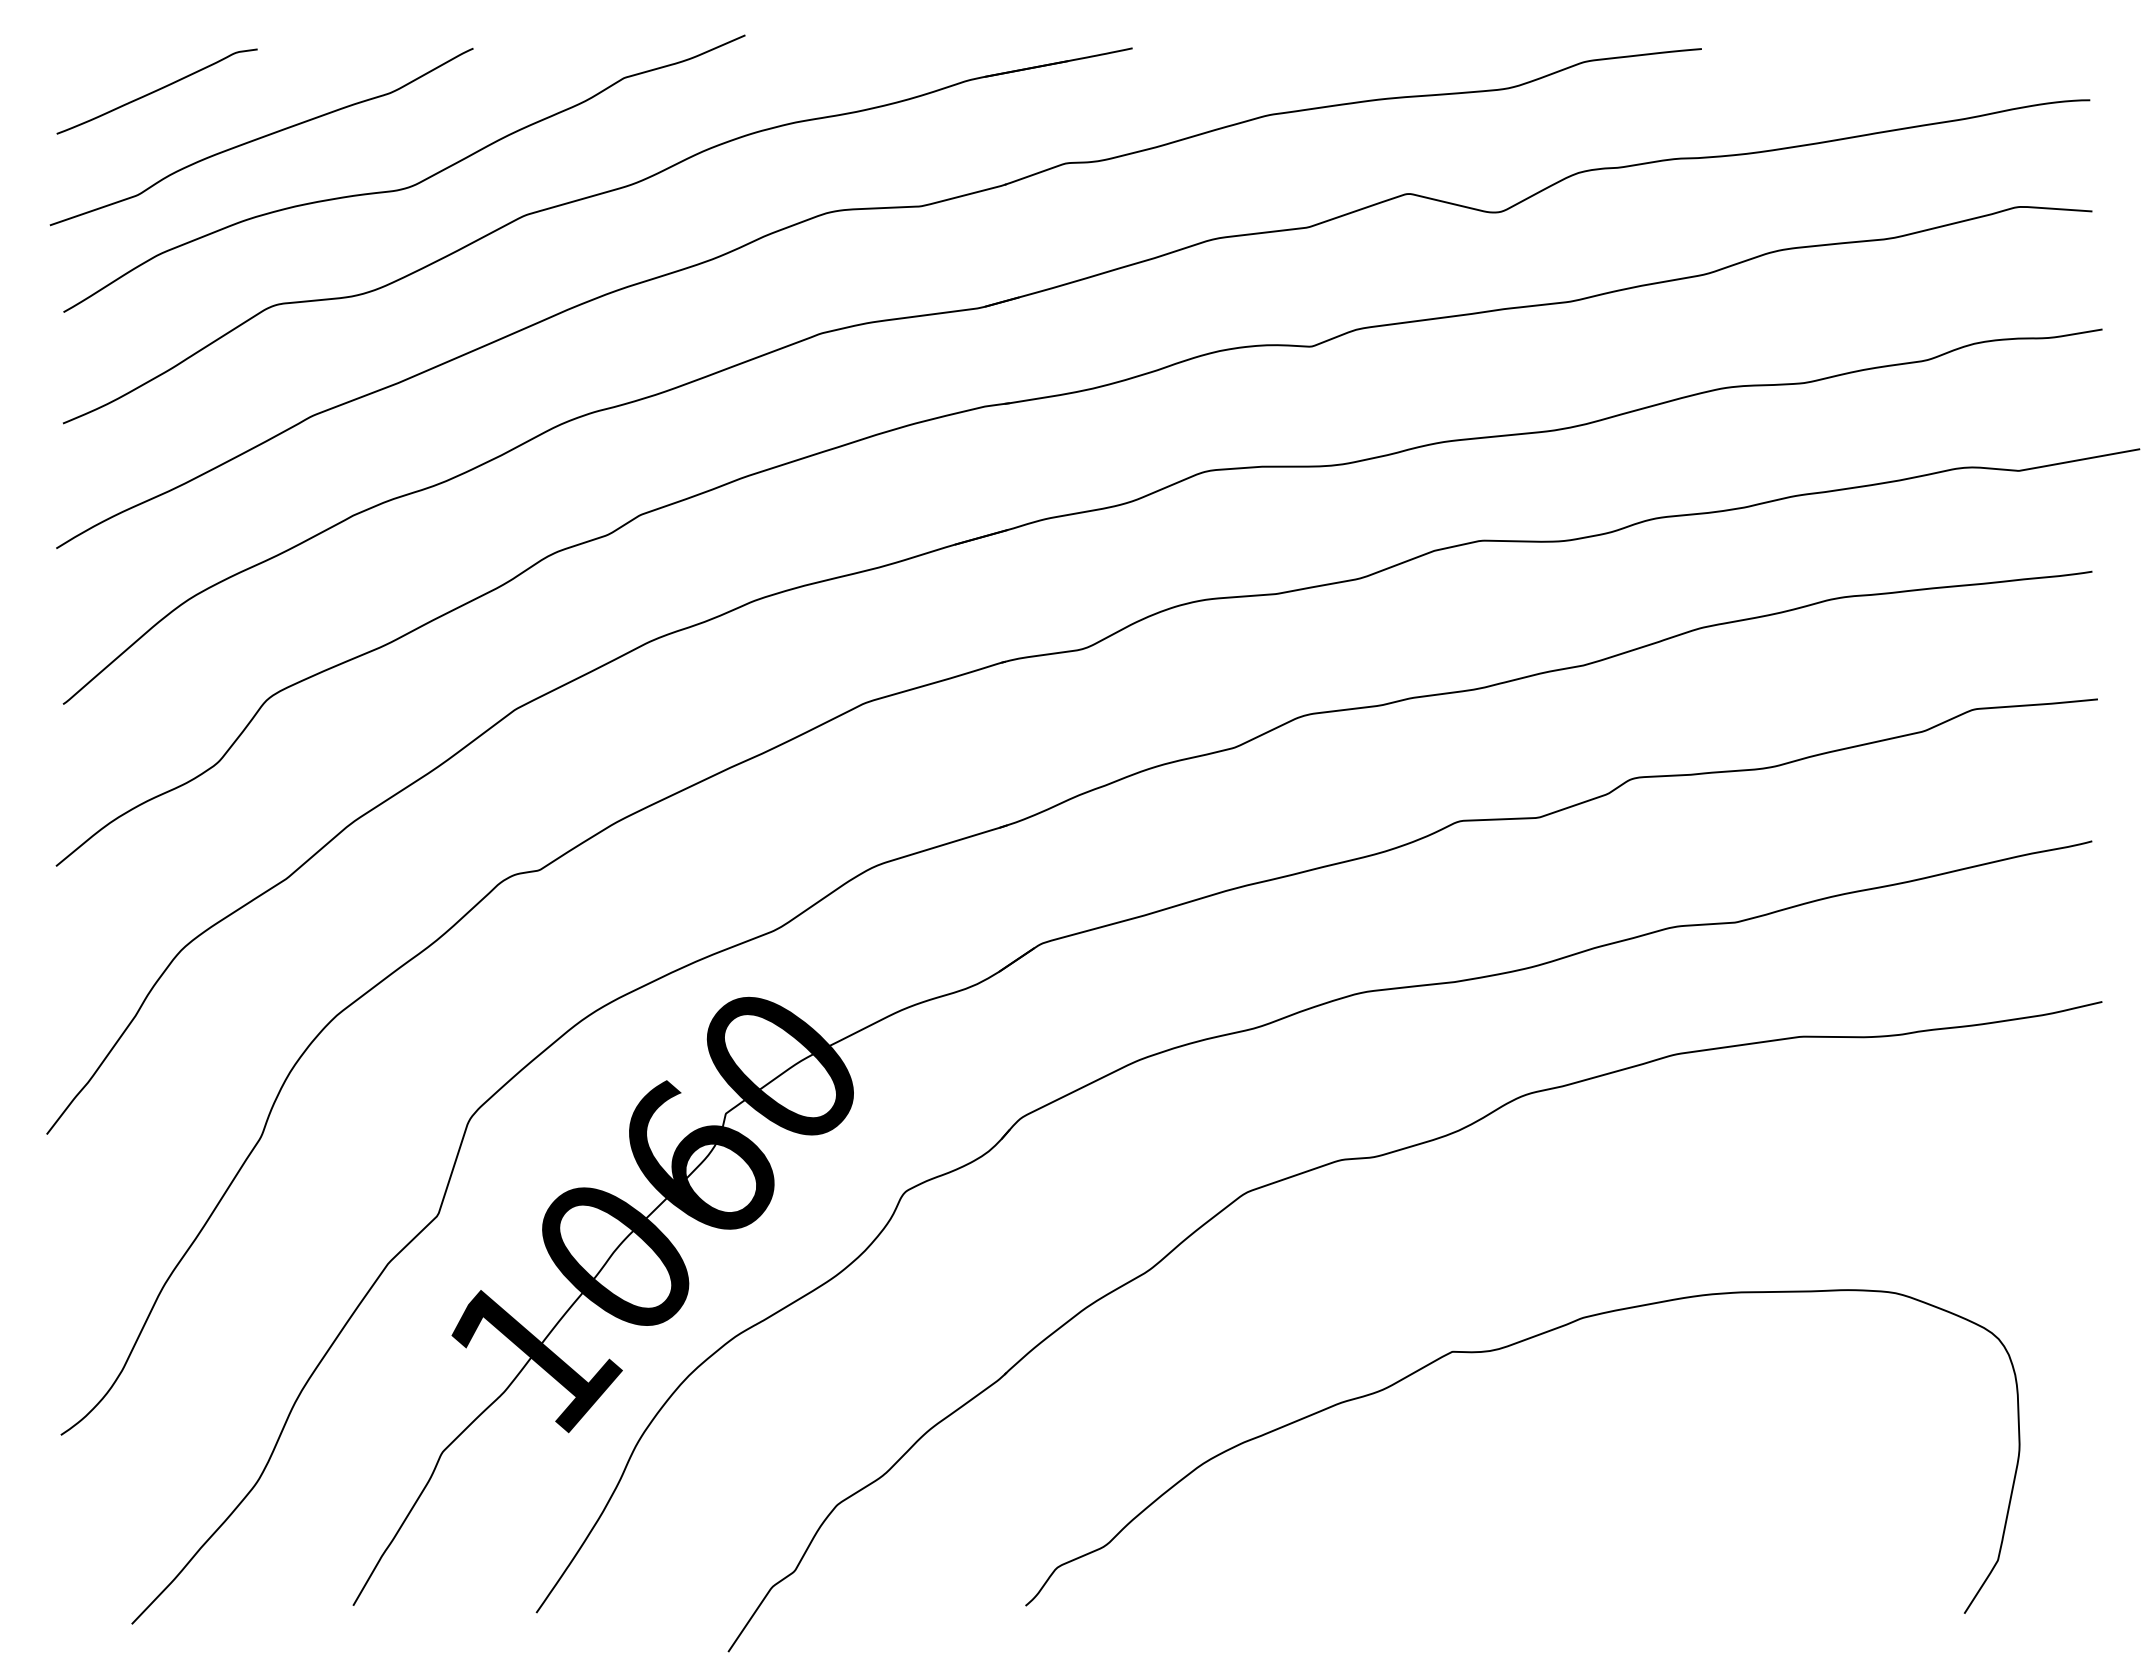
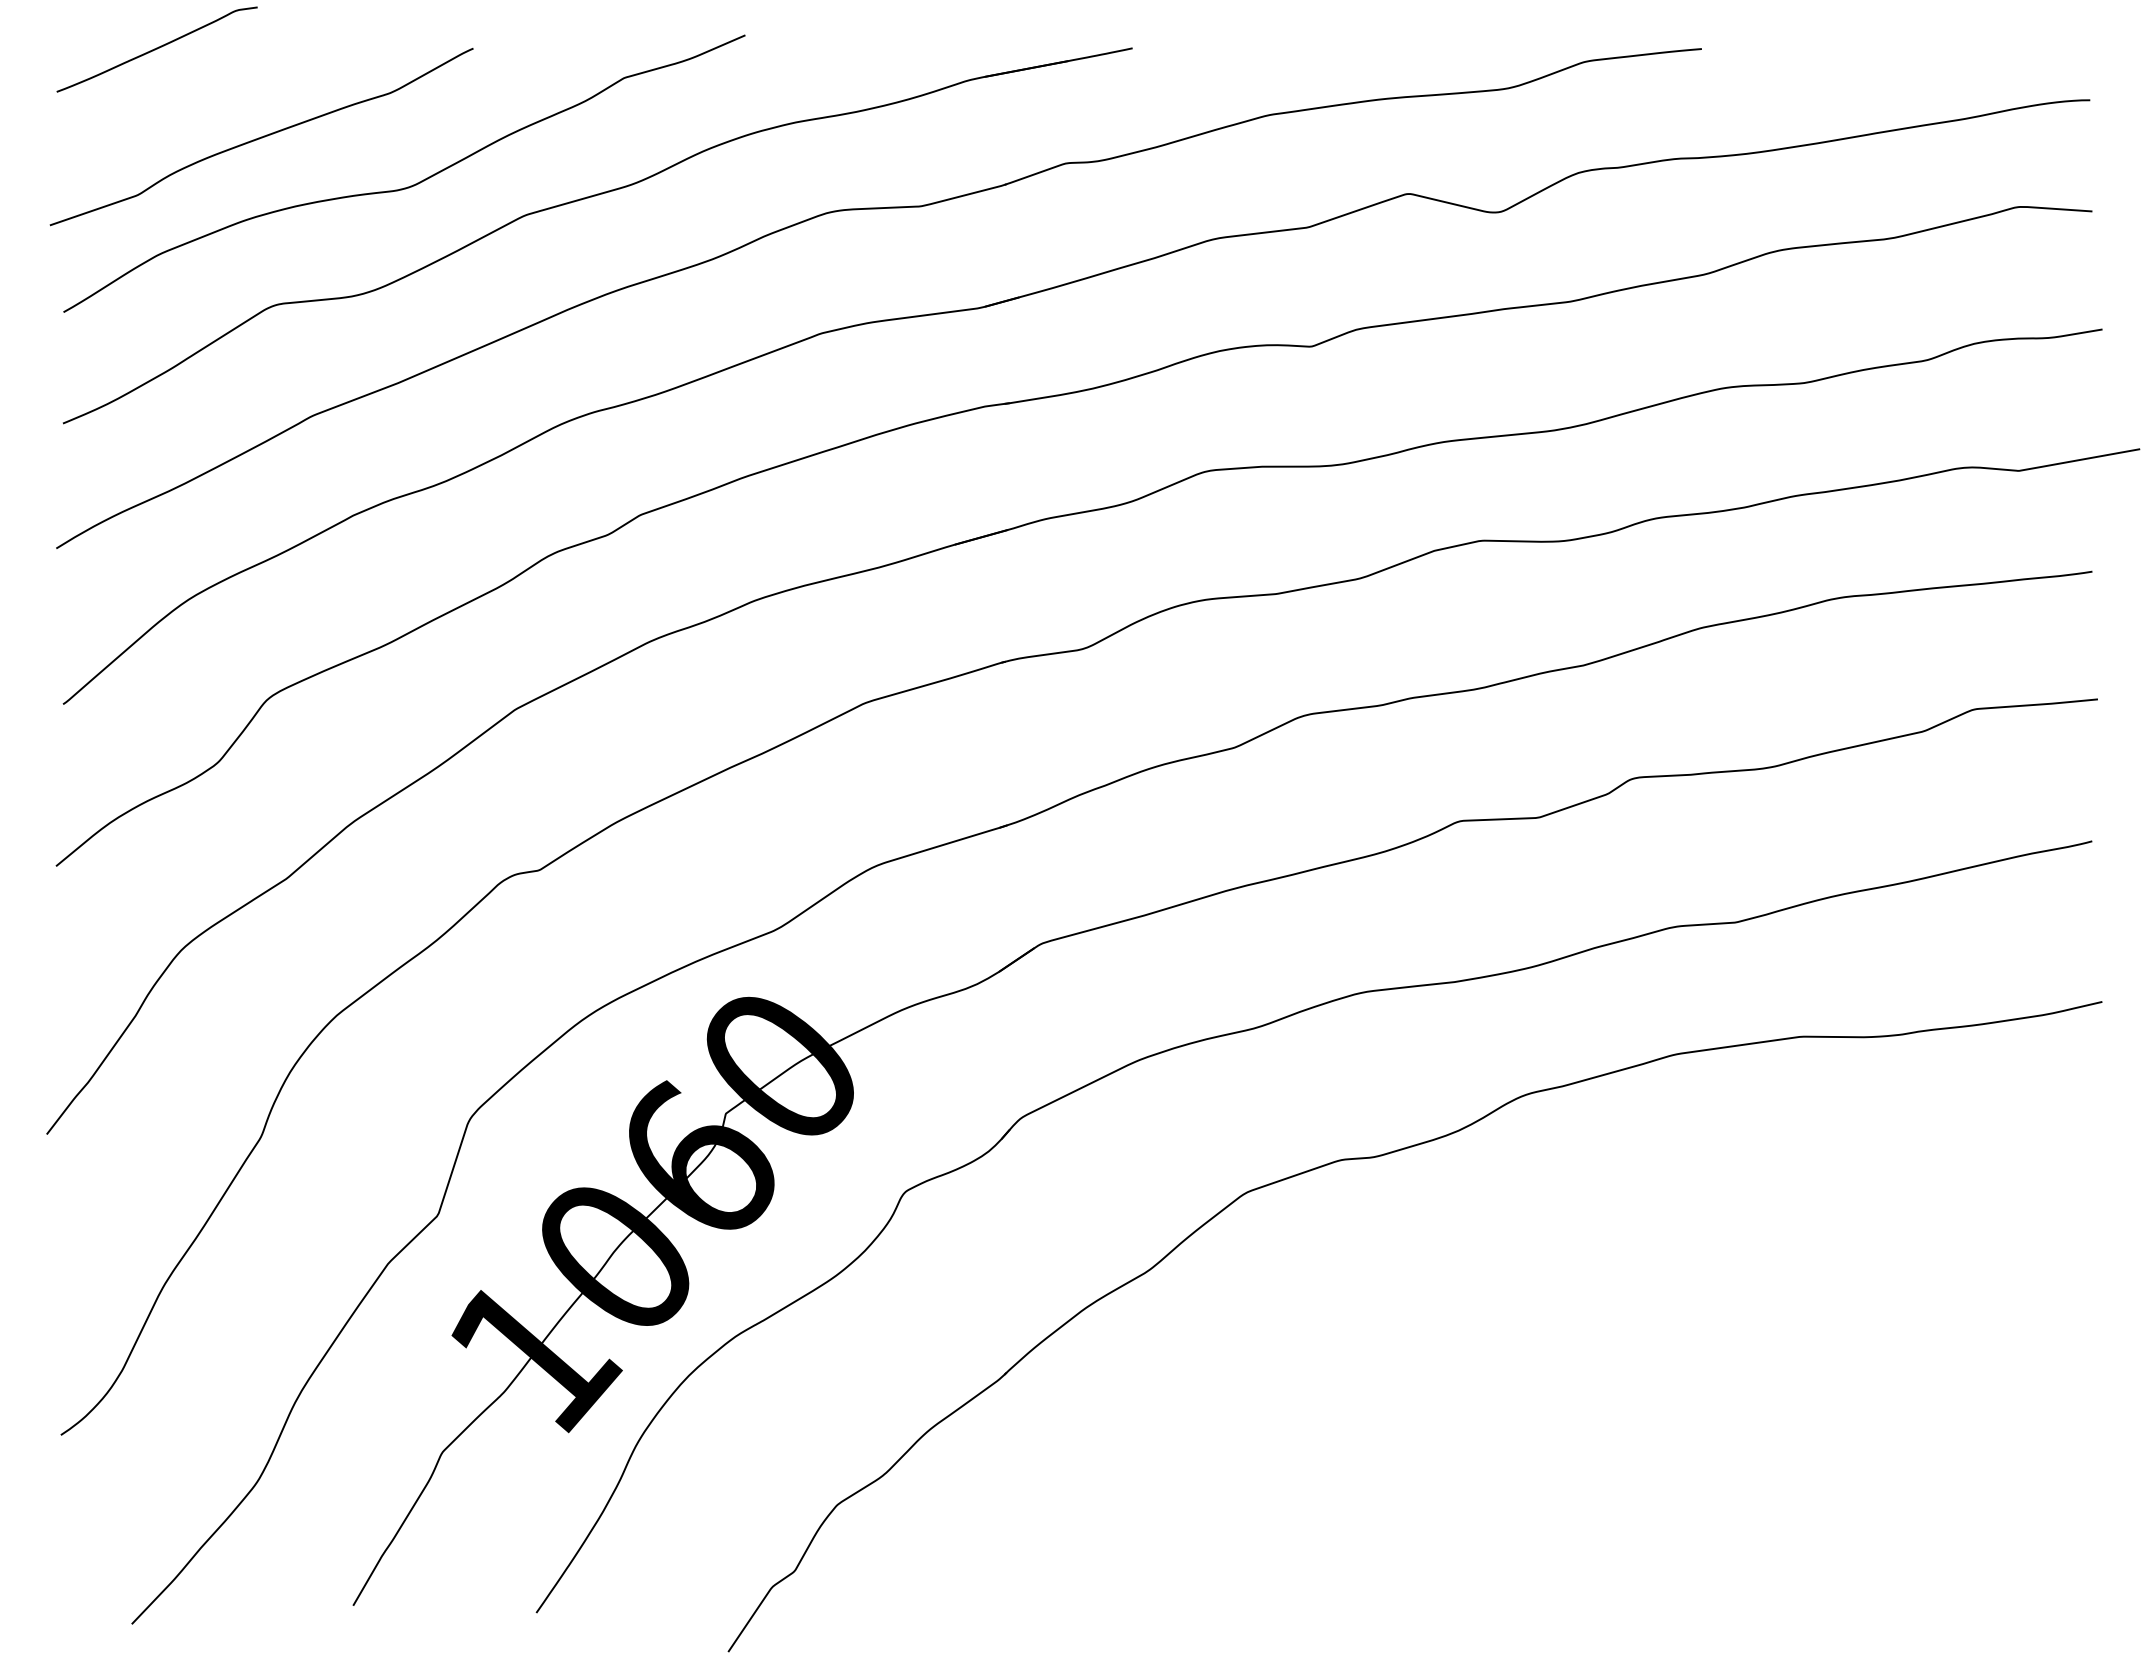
curve at (156, 91) position: (156, 91) -> (156, 49)
curve at (1498, 1350): present -> none
